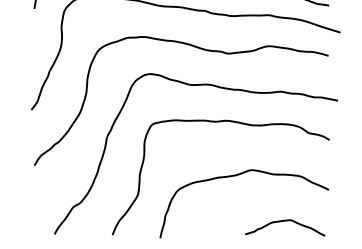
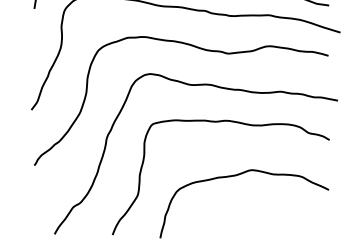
curve at (285, 221): present -> none
